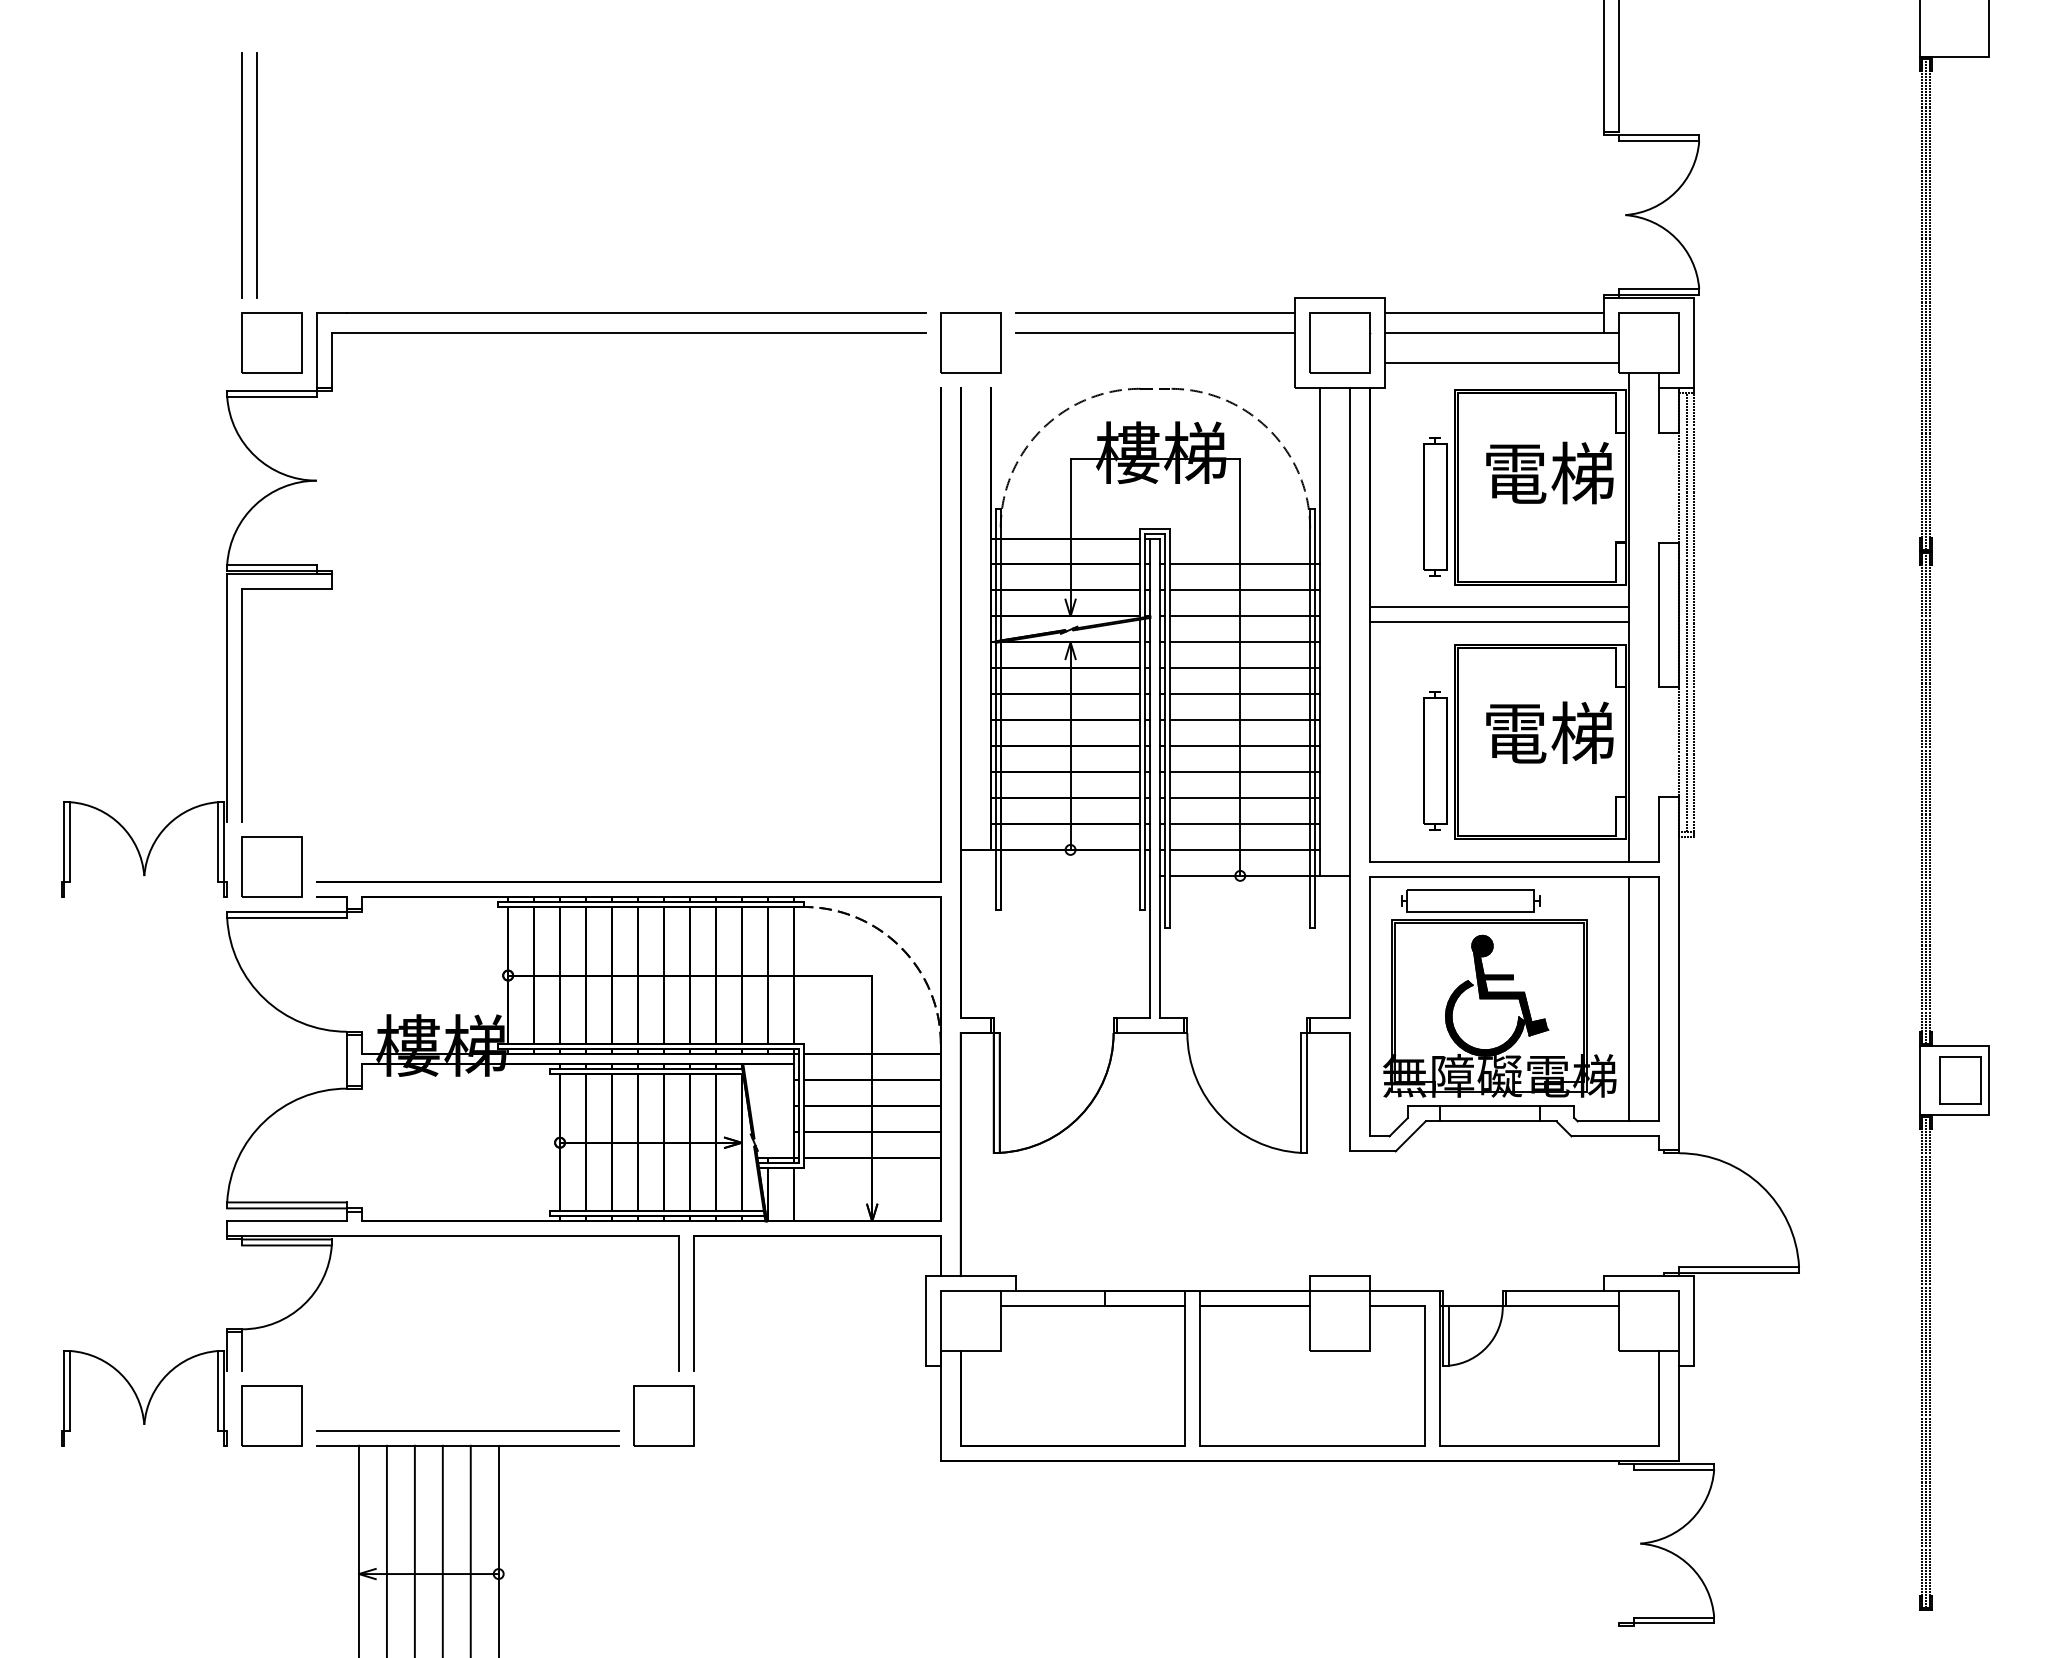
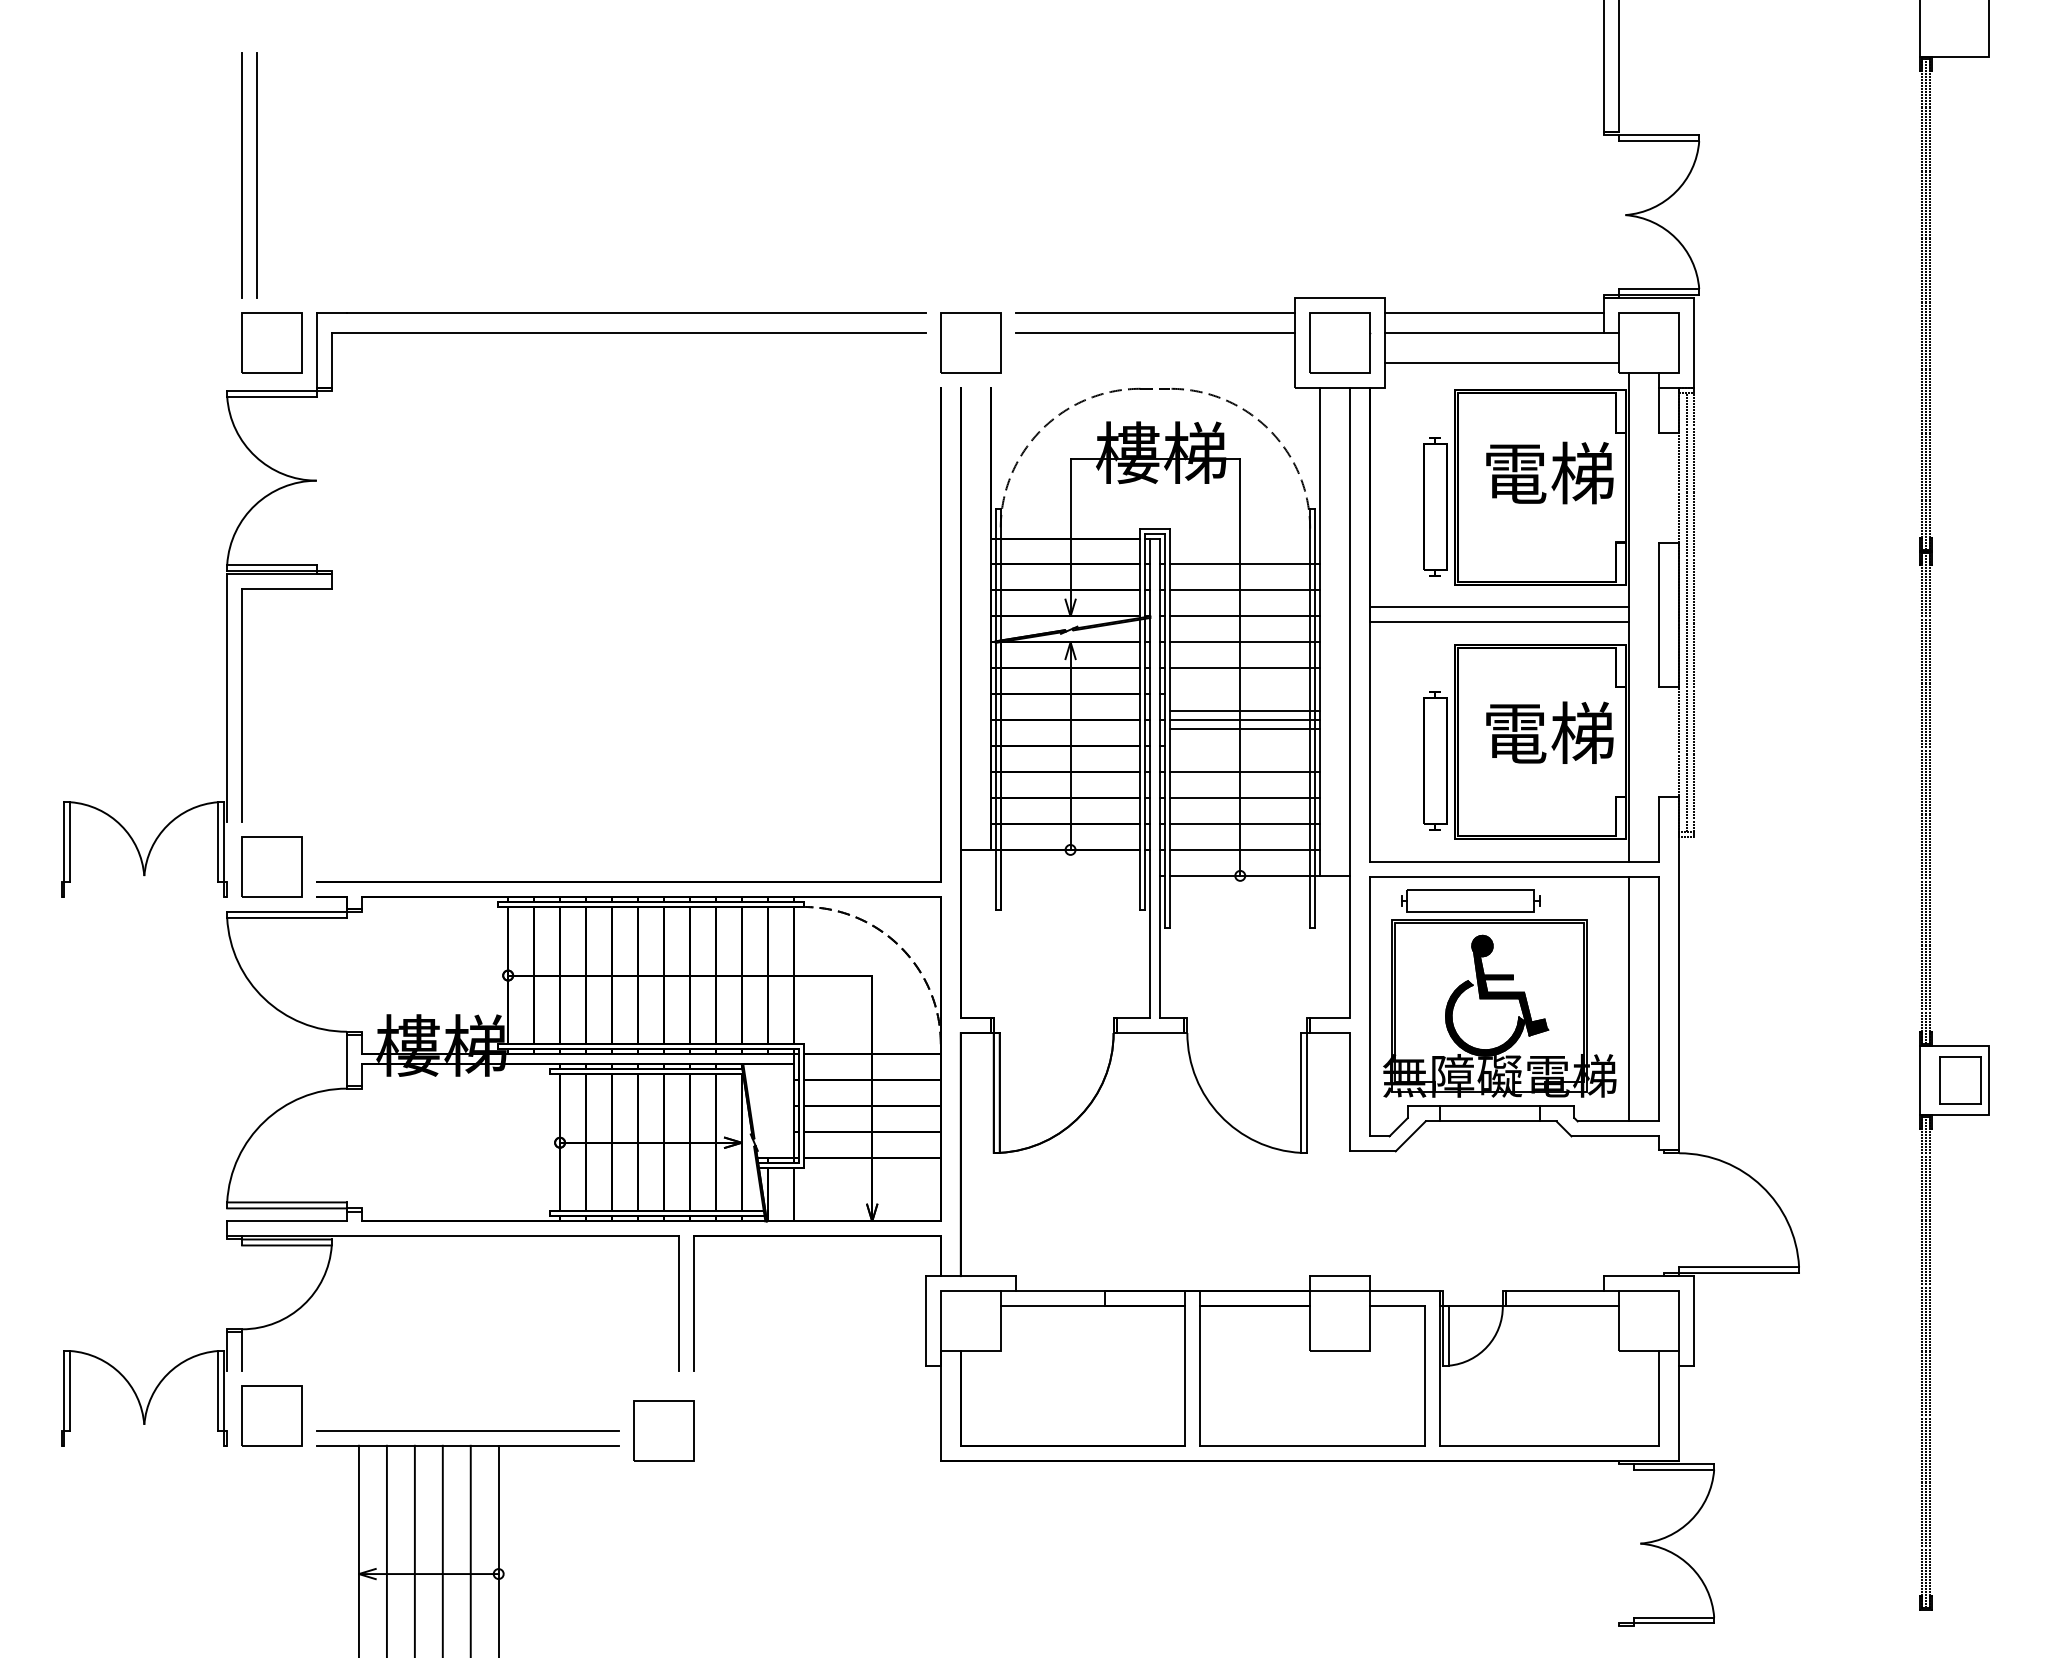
line at (1245, 694) position: (1245, 694) -> (1245, 711)
line at (1245, 746) position: (1245, 746) -> (1245, 729)
part at (663, 1415) position: (663, 1415) -> (663, 1430)
